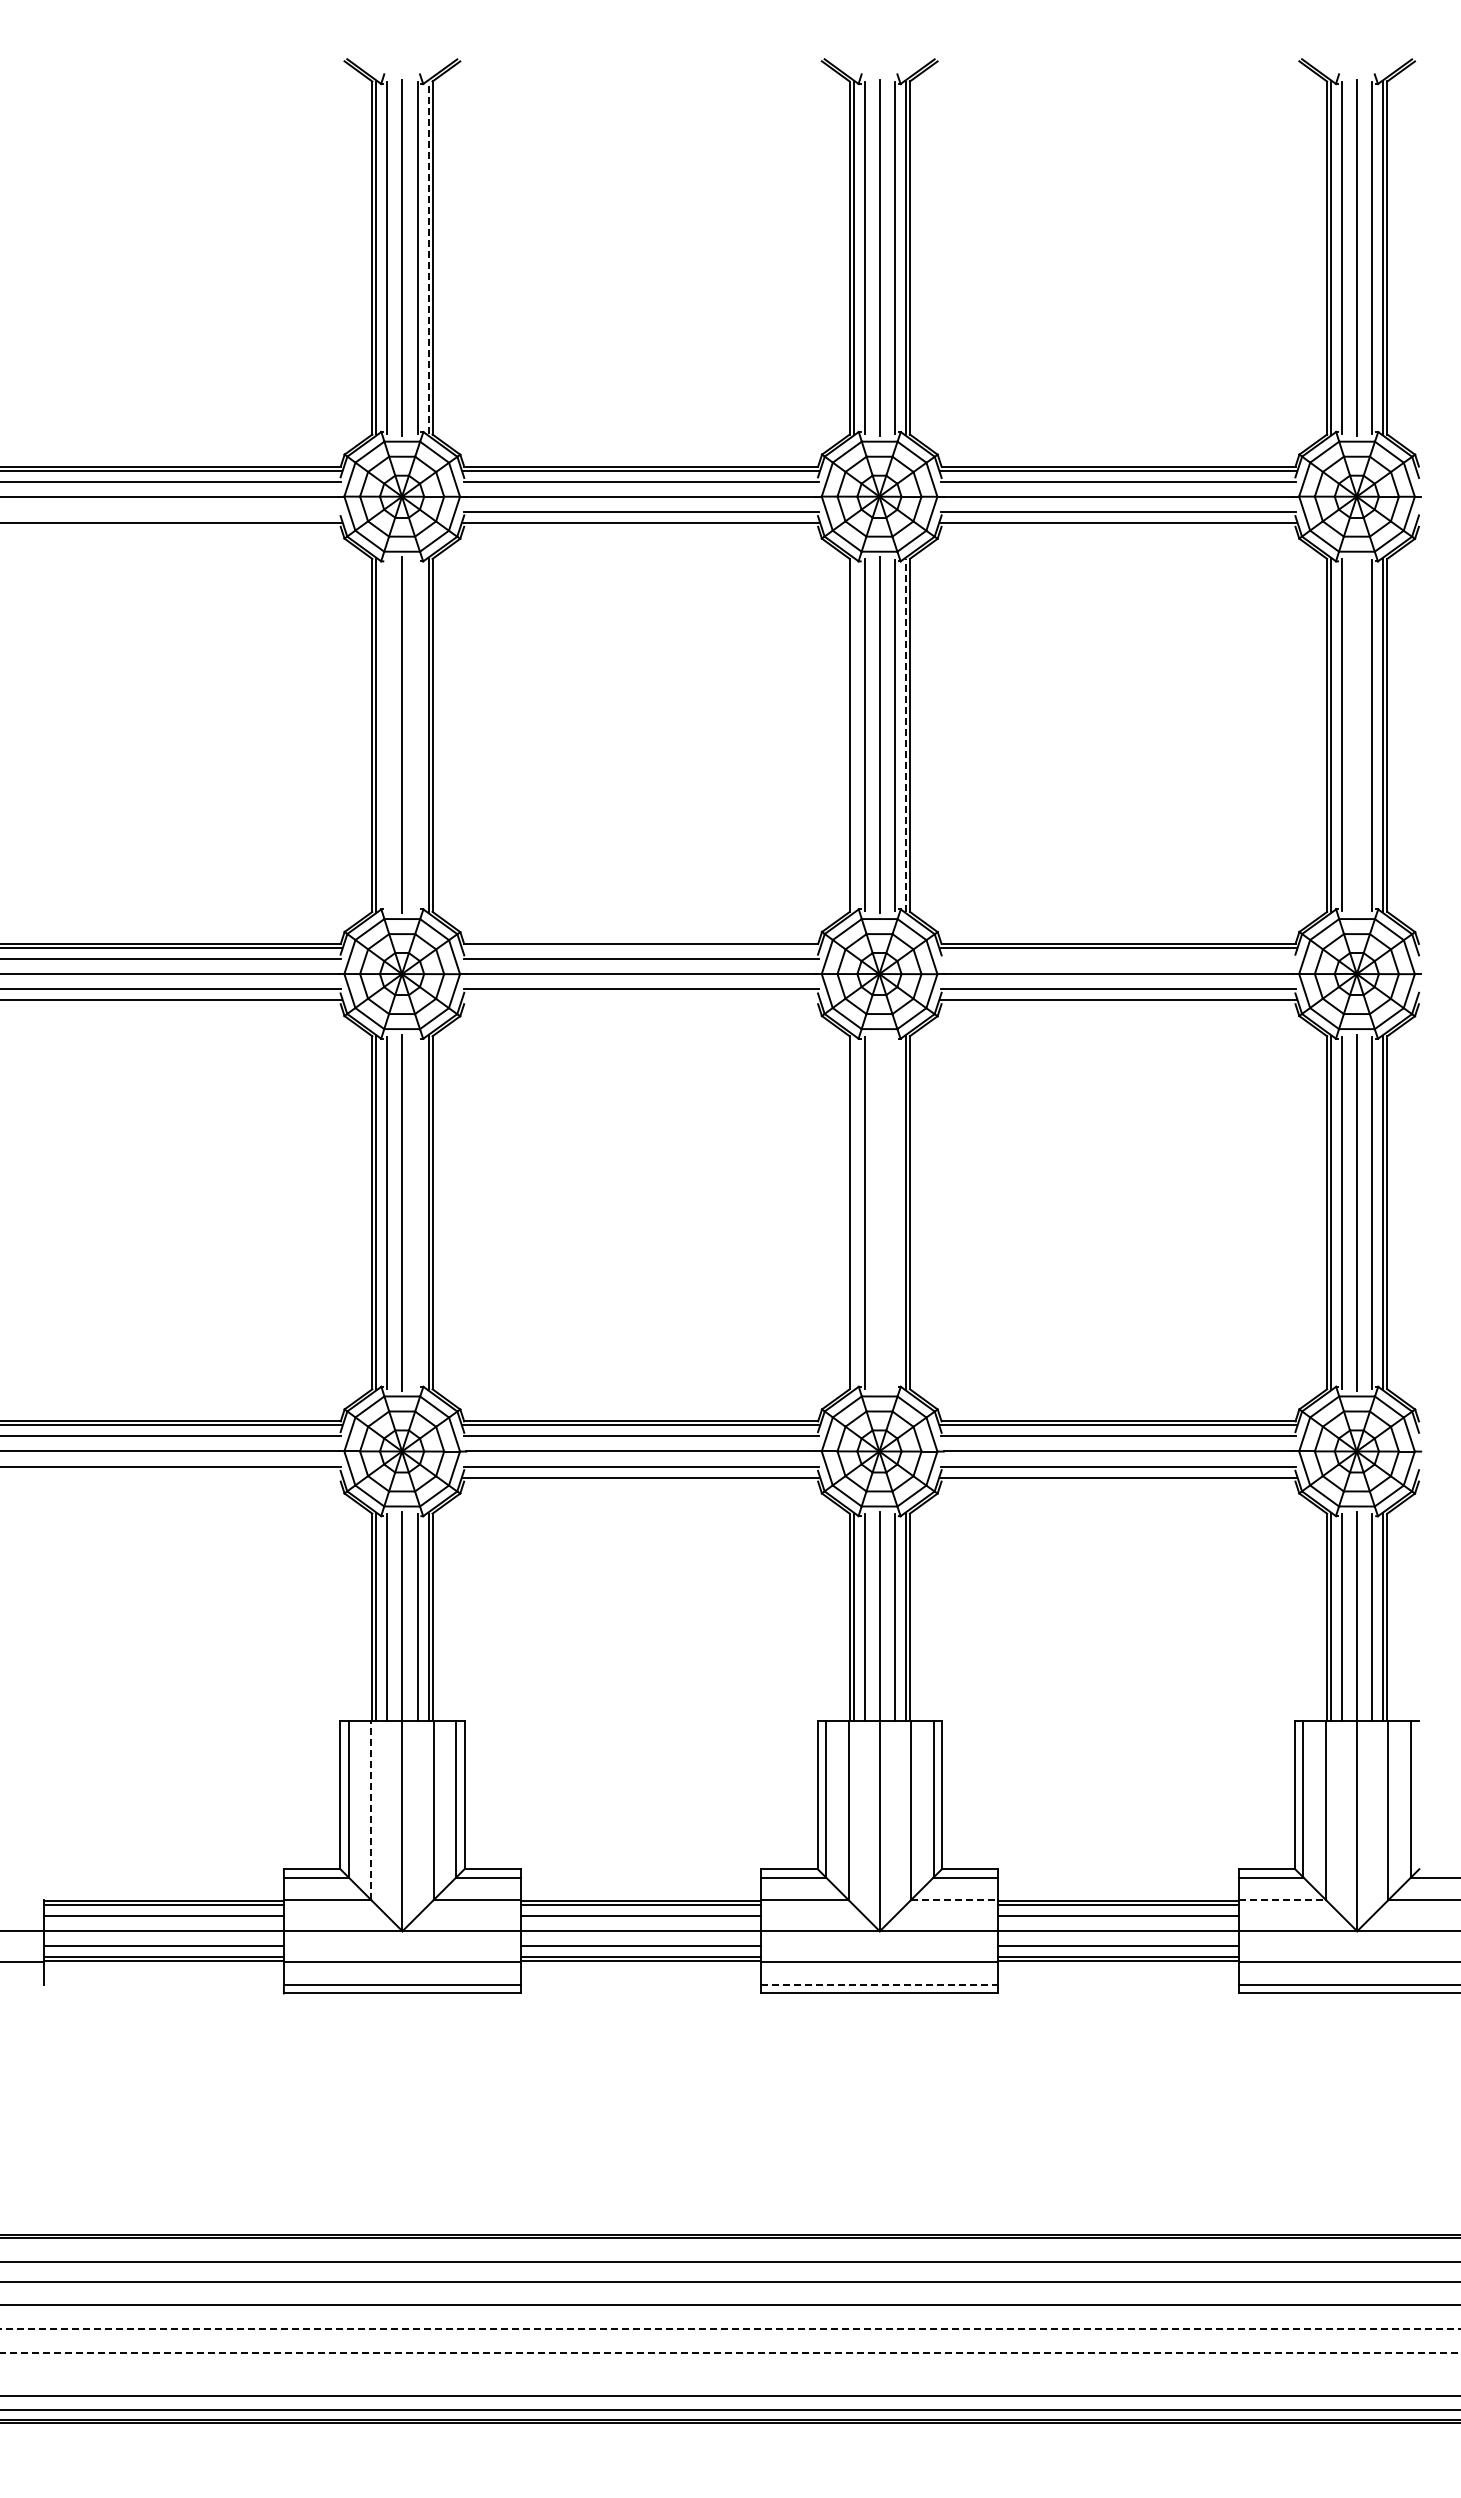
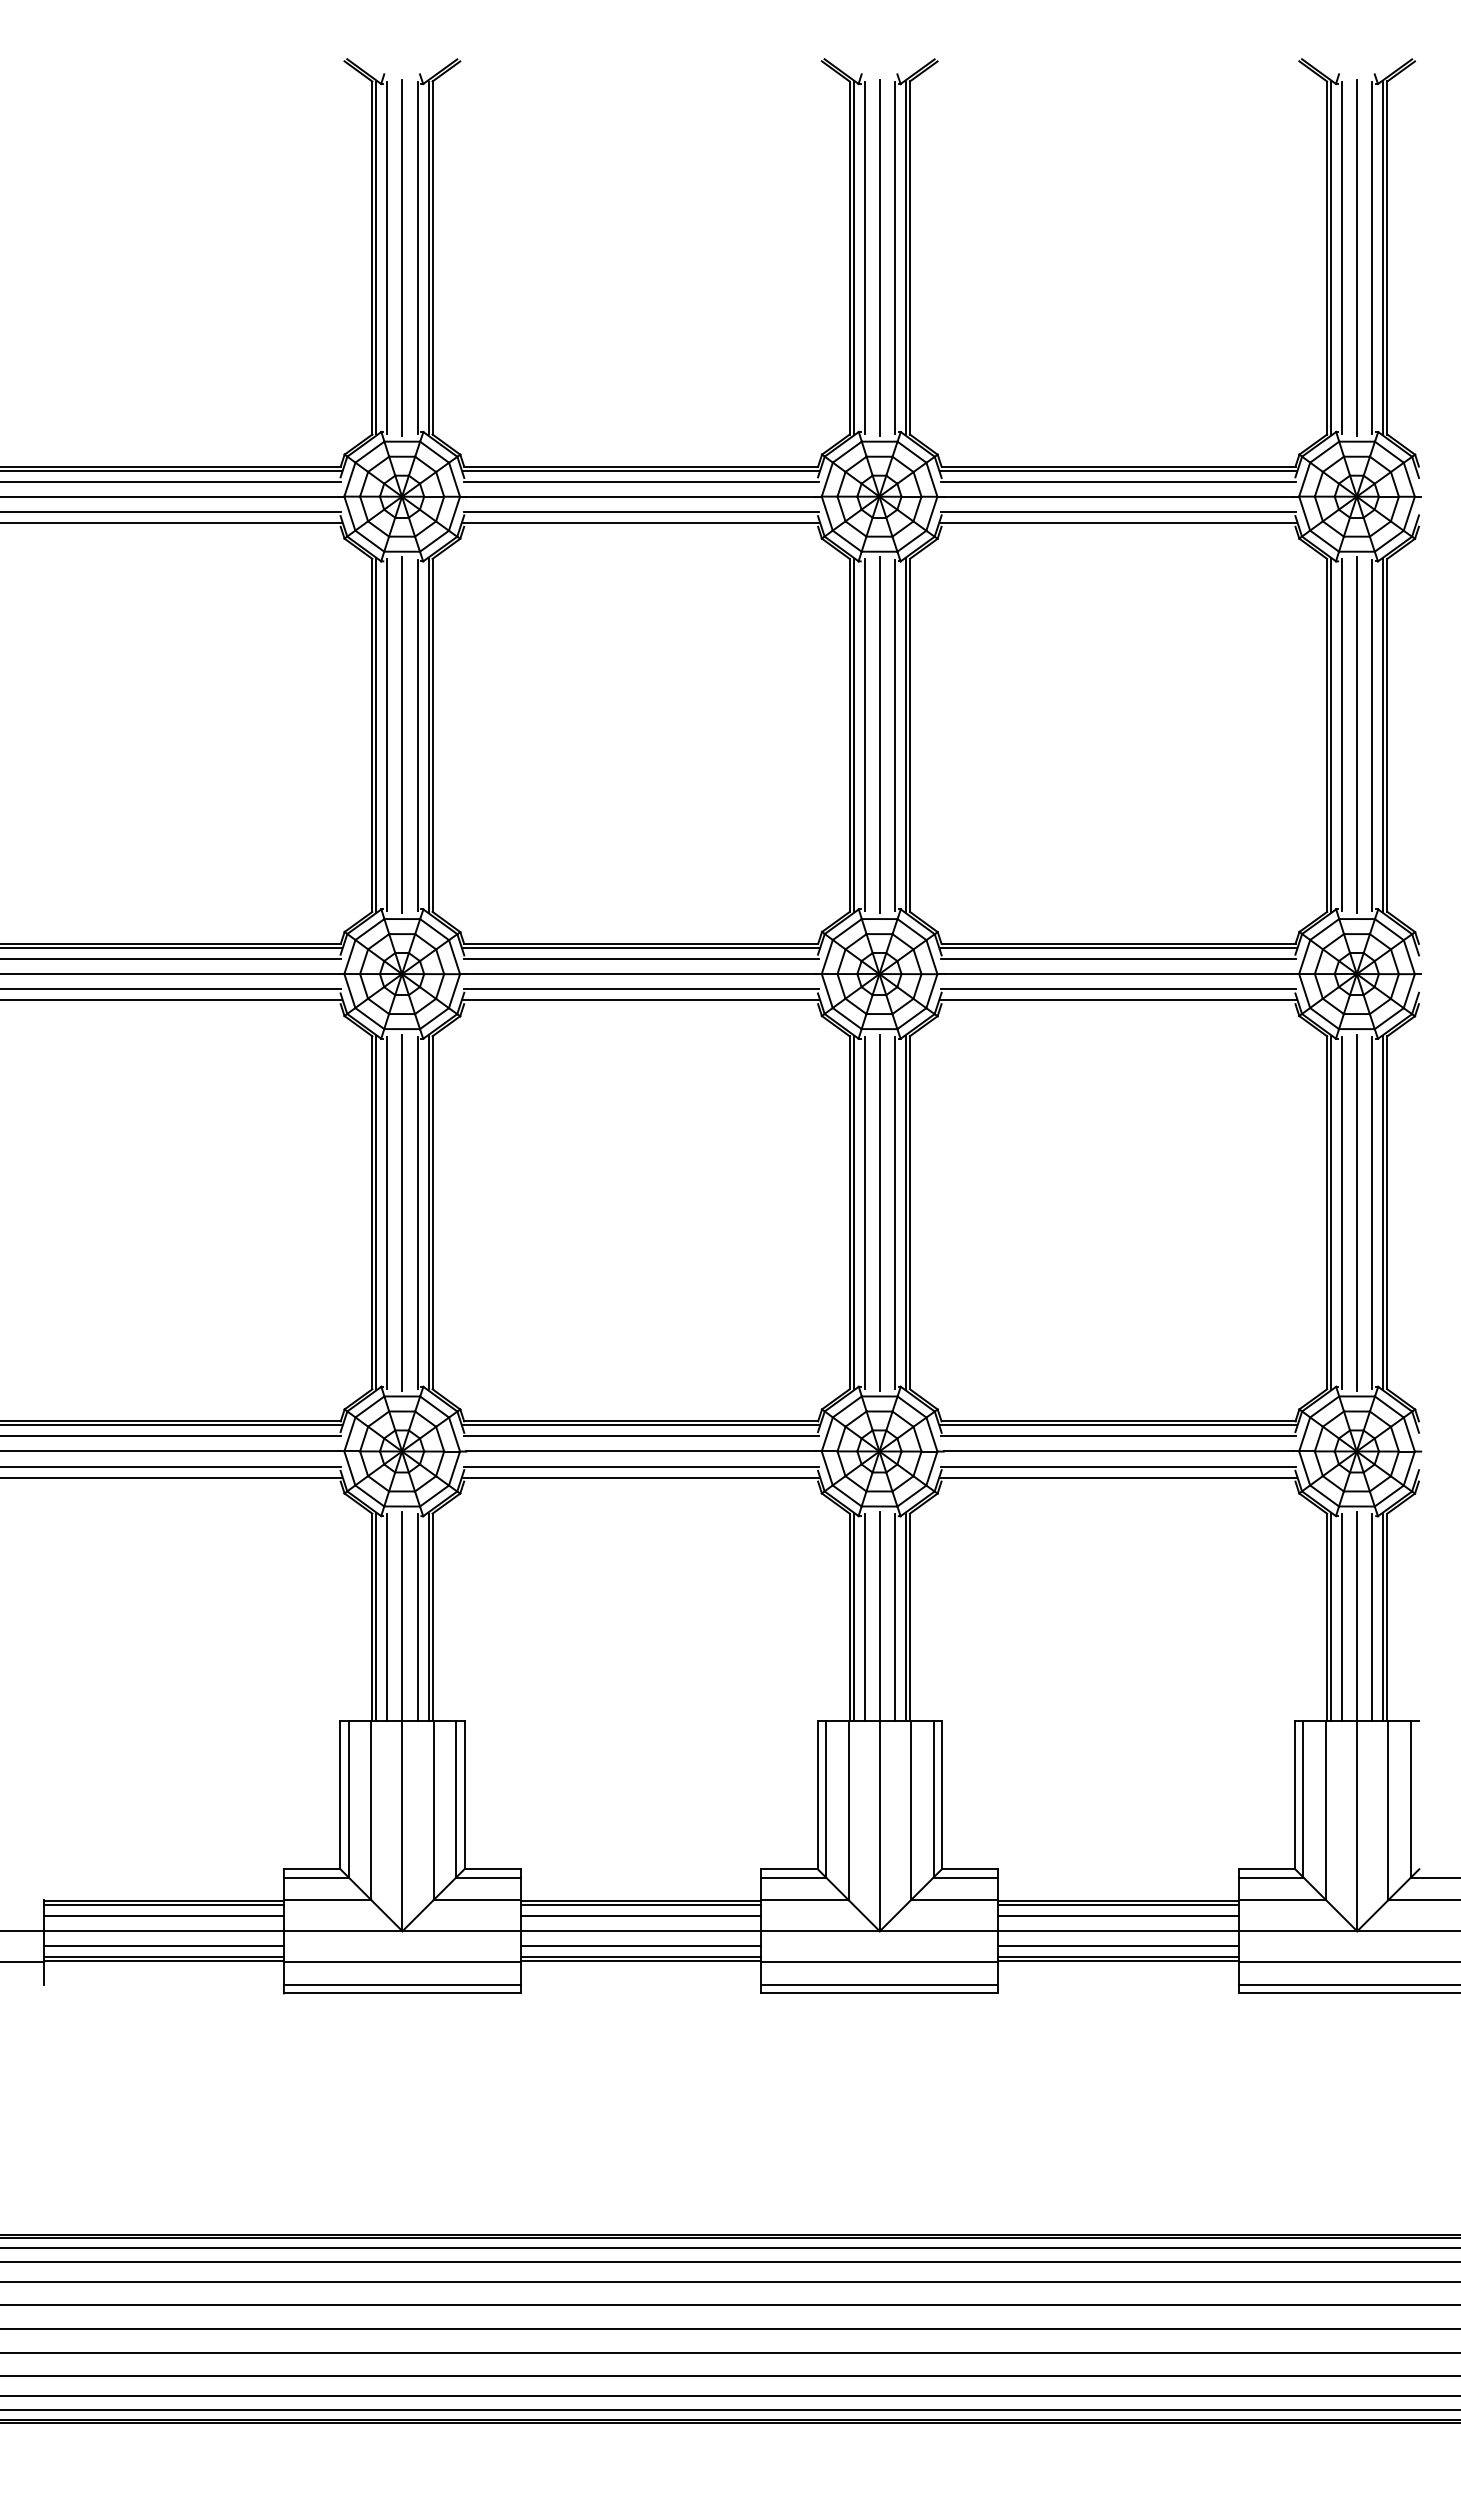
line at (428, 257): dashed -> solid
line at (171, 511): none -> present
line at (905, 734): dashed -> solid
line at (387, 735): none -> present
line at (417, 735): none -> present
line at (853, 735): none -> present
line at (1357, 735): none -> present
line at (641, 948): none -> present
line at (1118, 959): none -> present
line at (641, 1000): none -> present
line at (417, 1212): none -> present
line at (853, 1212): none -> present
line at (879, 1212): none -> present
line at (894, 1212): none -> present
line at (171, 1477): none -> present
line at (371, 1810): dashed -> solid
line at (954, 1900): dashed -> solid
line at (1282, 1900): dashed -> solid
line at (879, 1985): dashed -> solid
line at (729, 2247): none -> present
line at (730, 2328): dashed -> solid
line at (730, 2353): dashed -> solid
line at (729, 2376): none -> present
